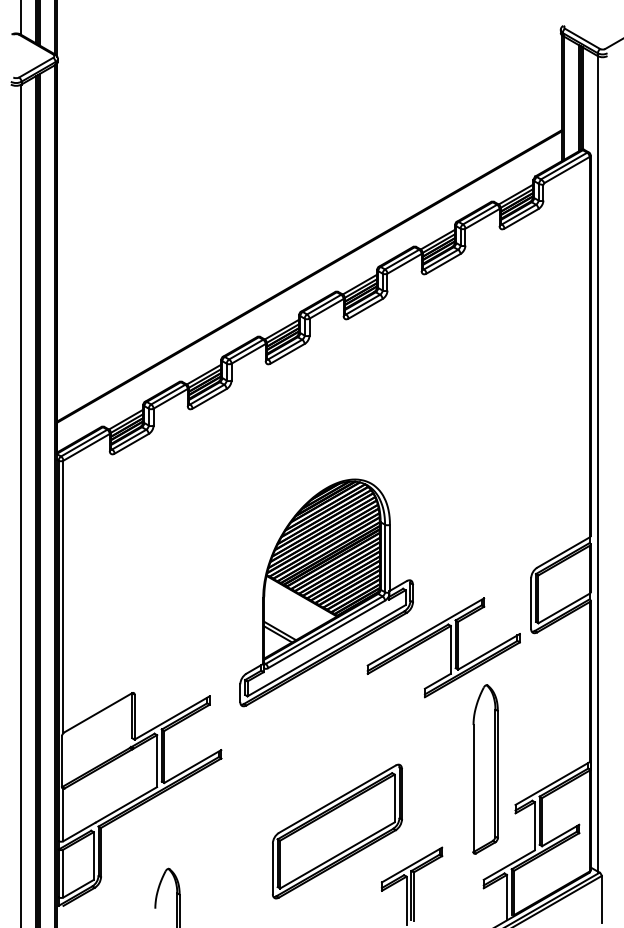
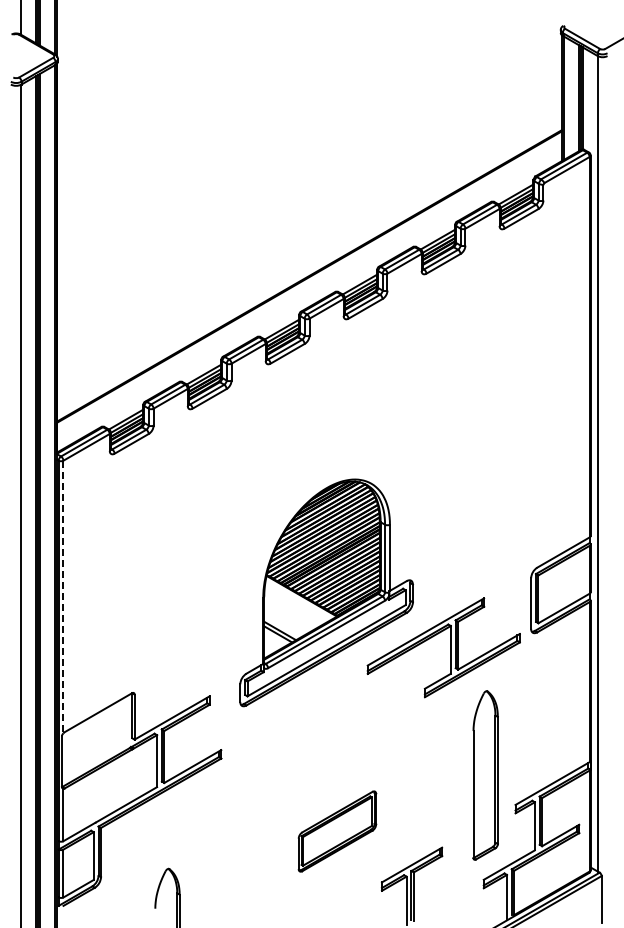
line at (63, 597): solid -> dashed
part at (485, 769) position: (485, 769) -> (485, 775)
part at (337, 831) size: 131x137 px -> 81x83 px
